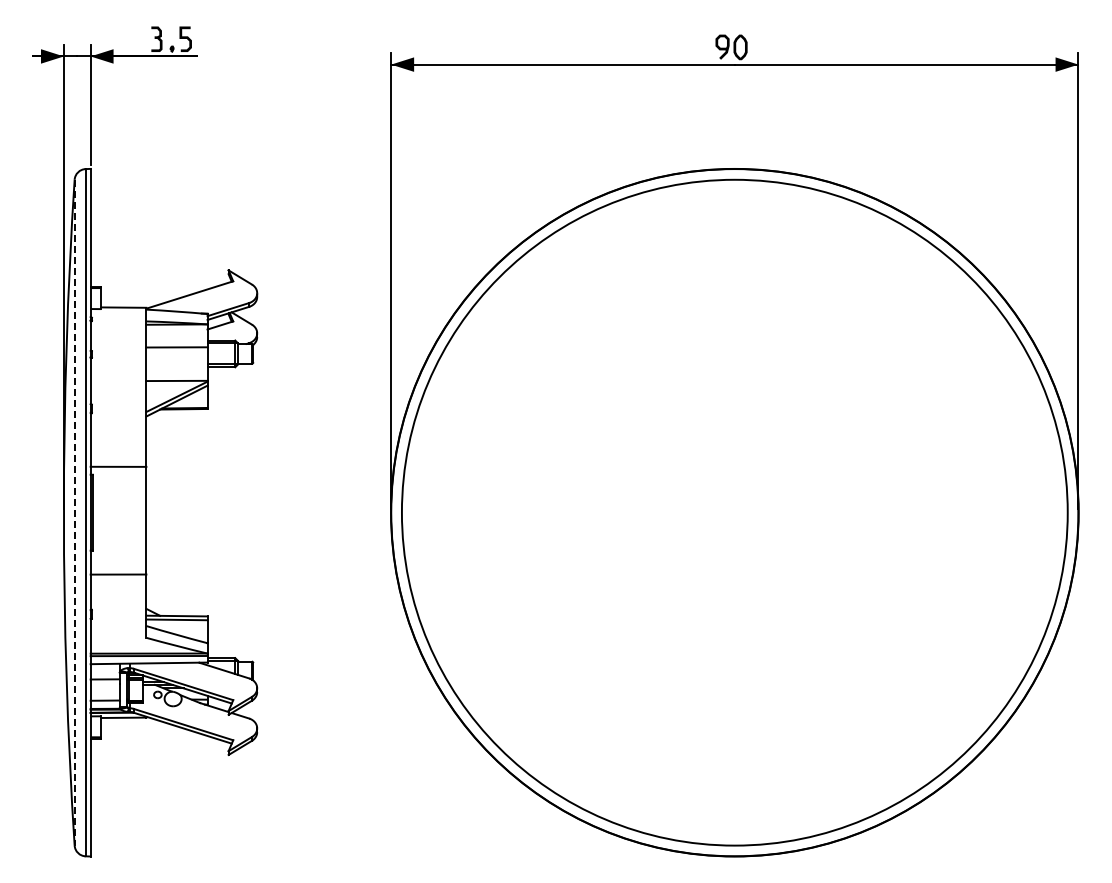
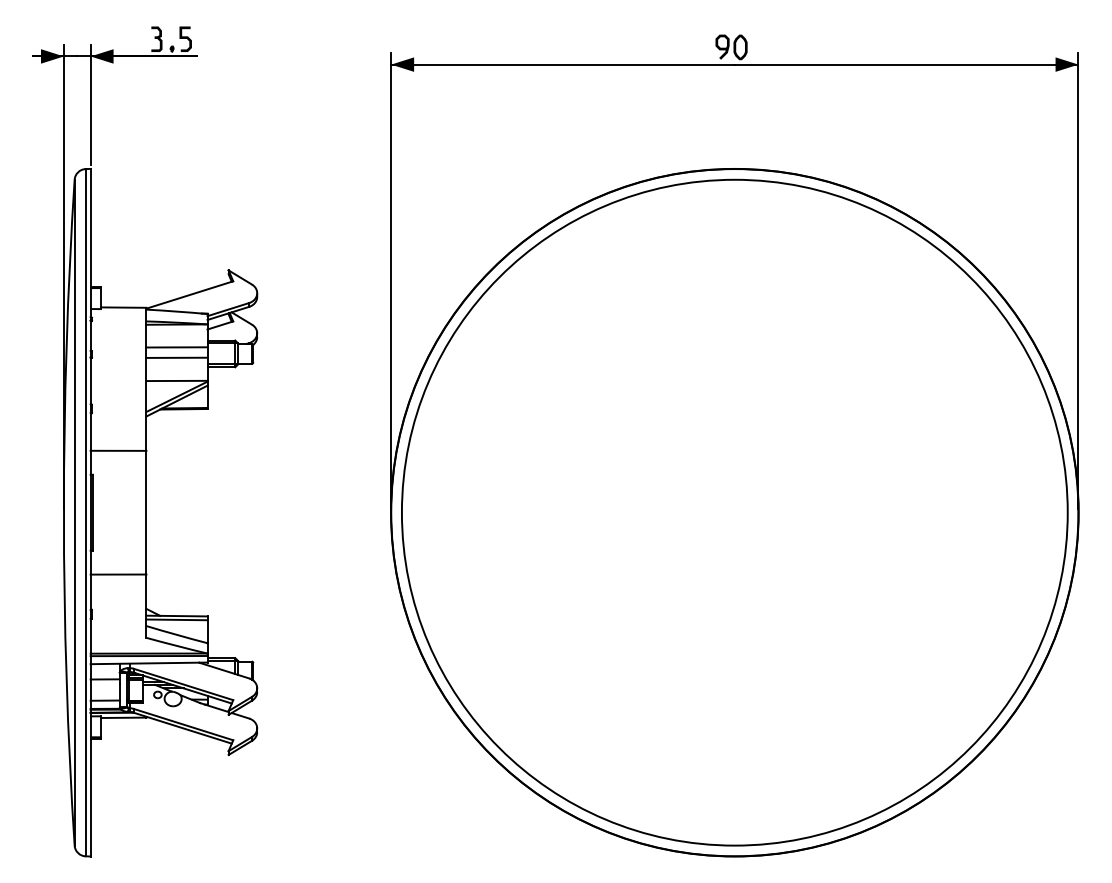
line at (176, 357): none -> present
line at (118, 466) position: (118, 466) -> (118, 450)
line at (74, 512): dashed -> solid
